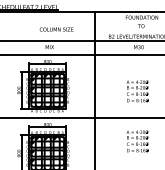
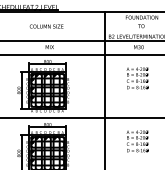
text at (56, 29) position: (56, 29) -> (46, 26)
line at (94, 89) position: (94, 89) -> (104, 89)
text at (137, 91) position: (137, 91) -> (137, 78)
